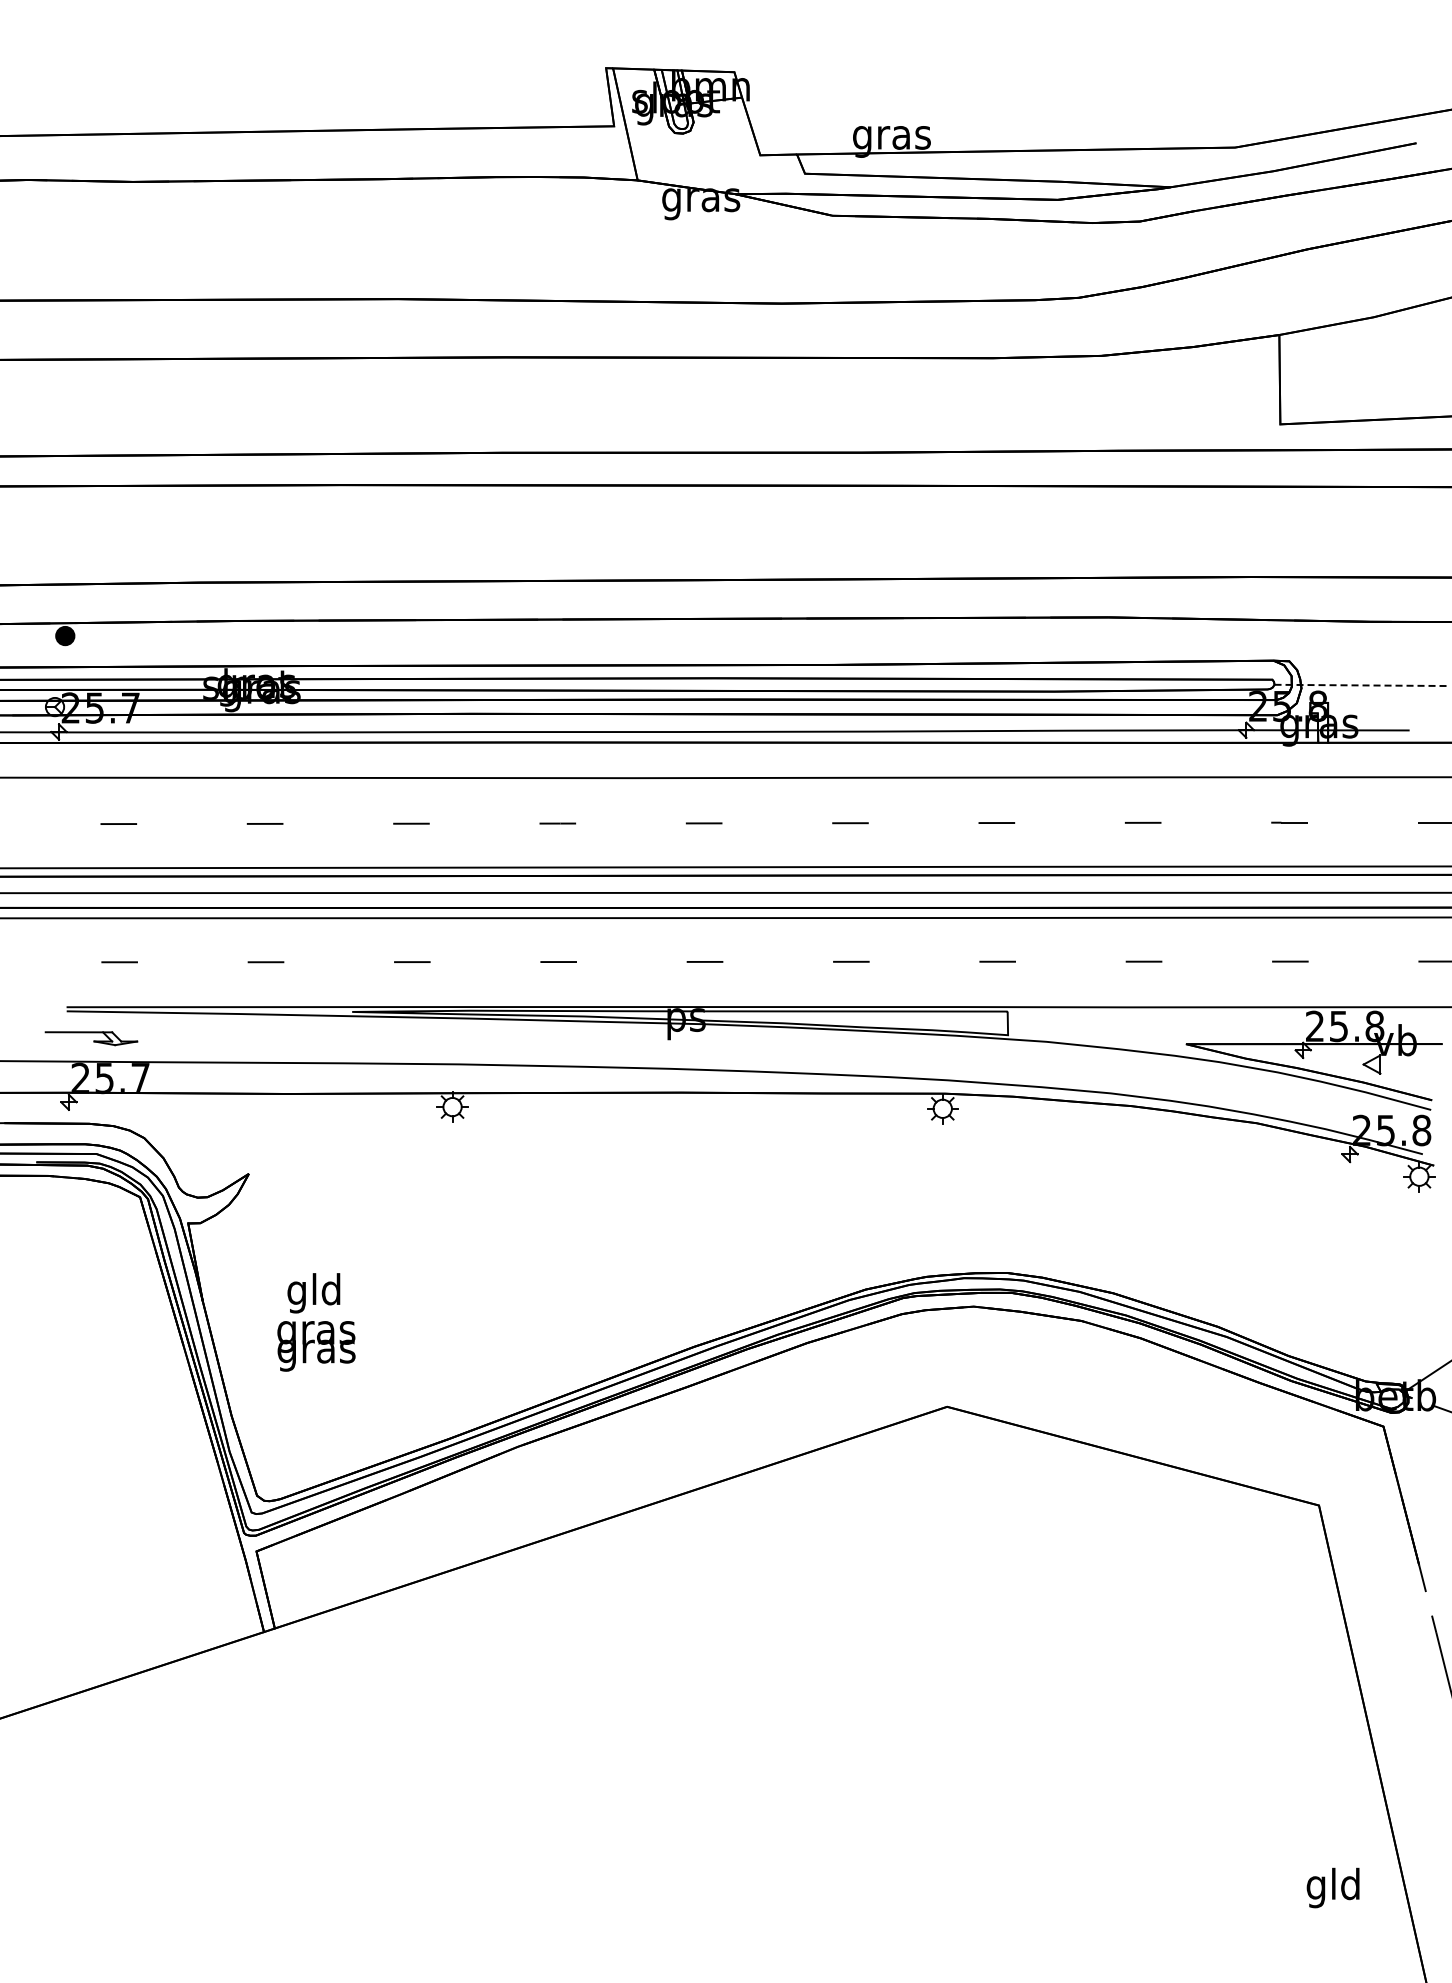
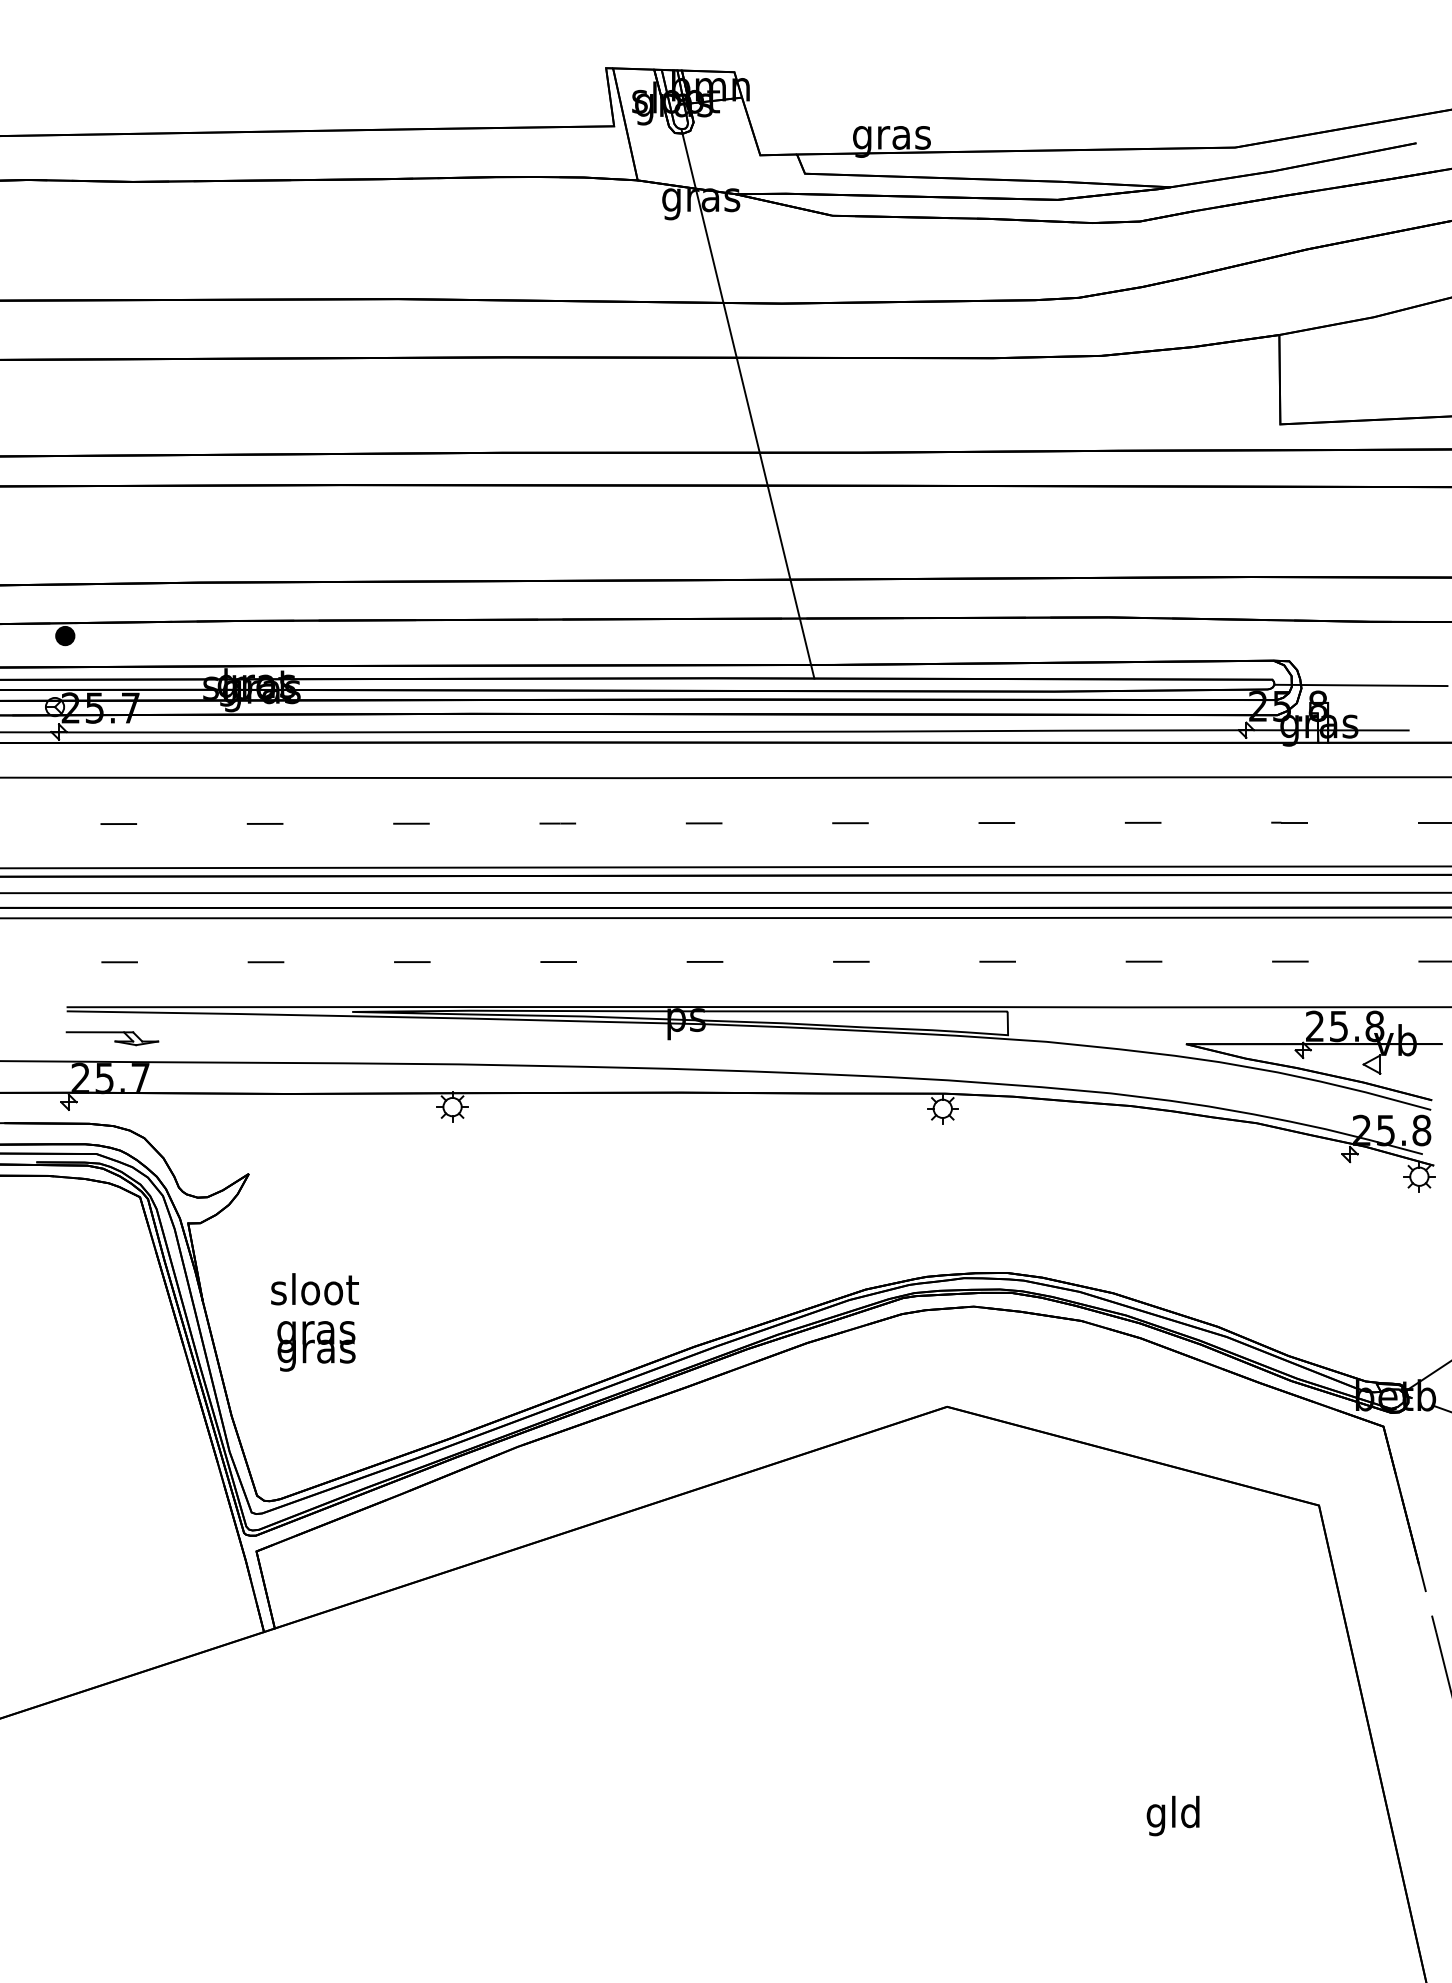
line at (747, 403): none -> present
line at (1361, 685): dashed -> solid
part at (91, 1038) position: (91, 1038) -> (112, 1038)
text at (314, 1293): gld -> sloot
text at (1332, 1887) position: (1332, 1887) -> (1172, 1815)
